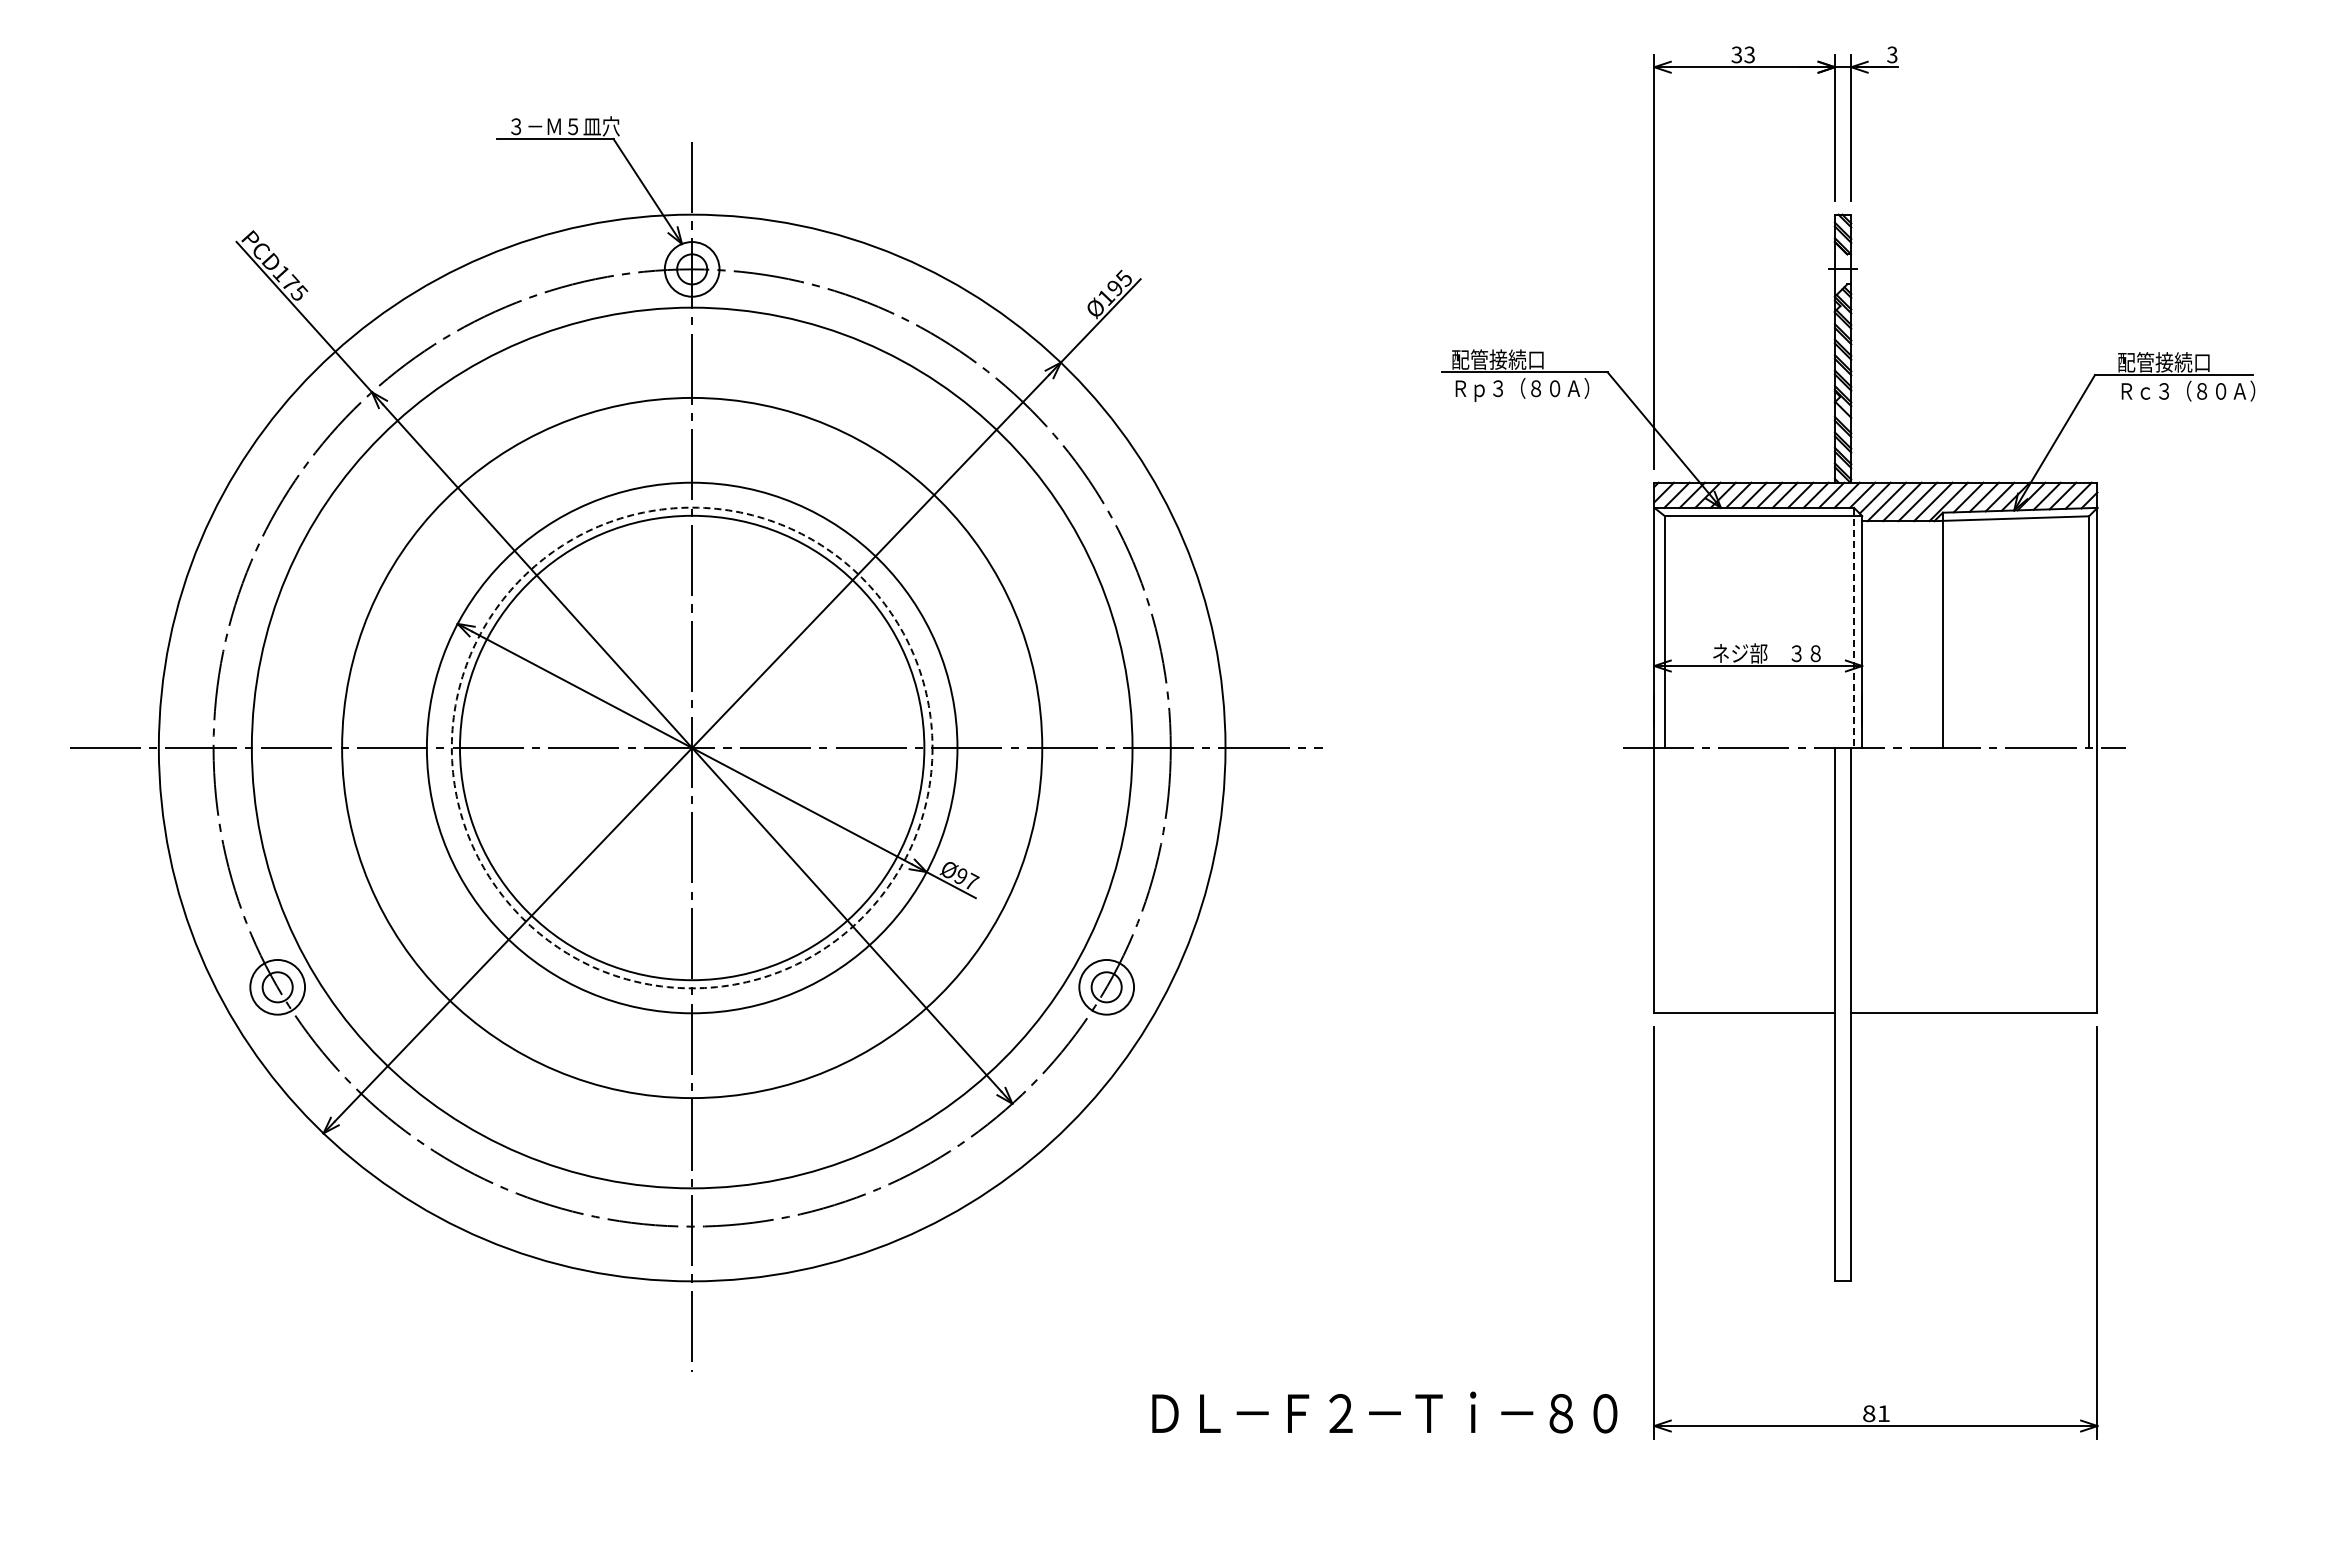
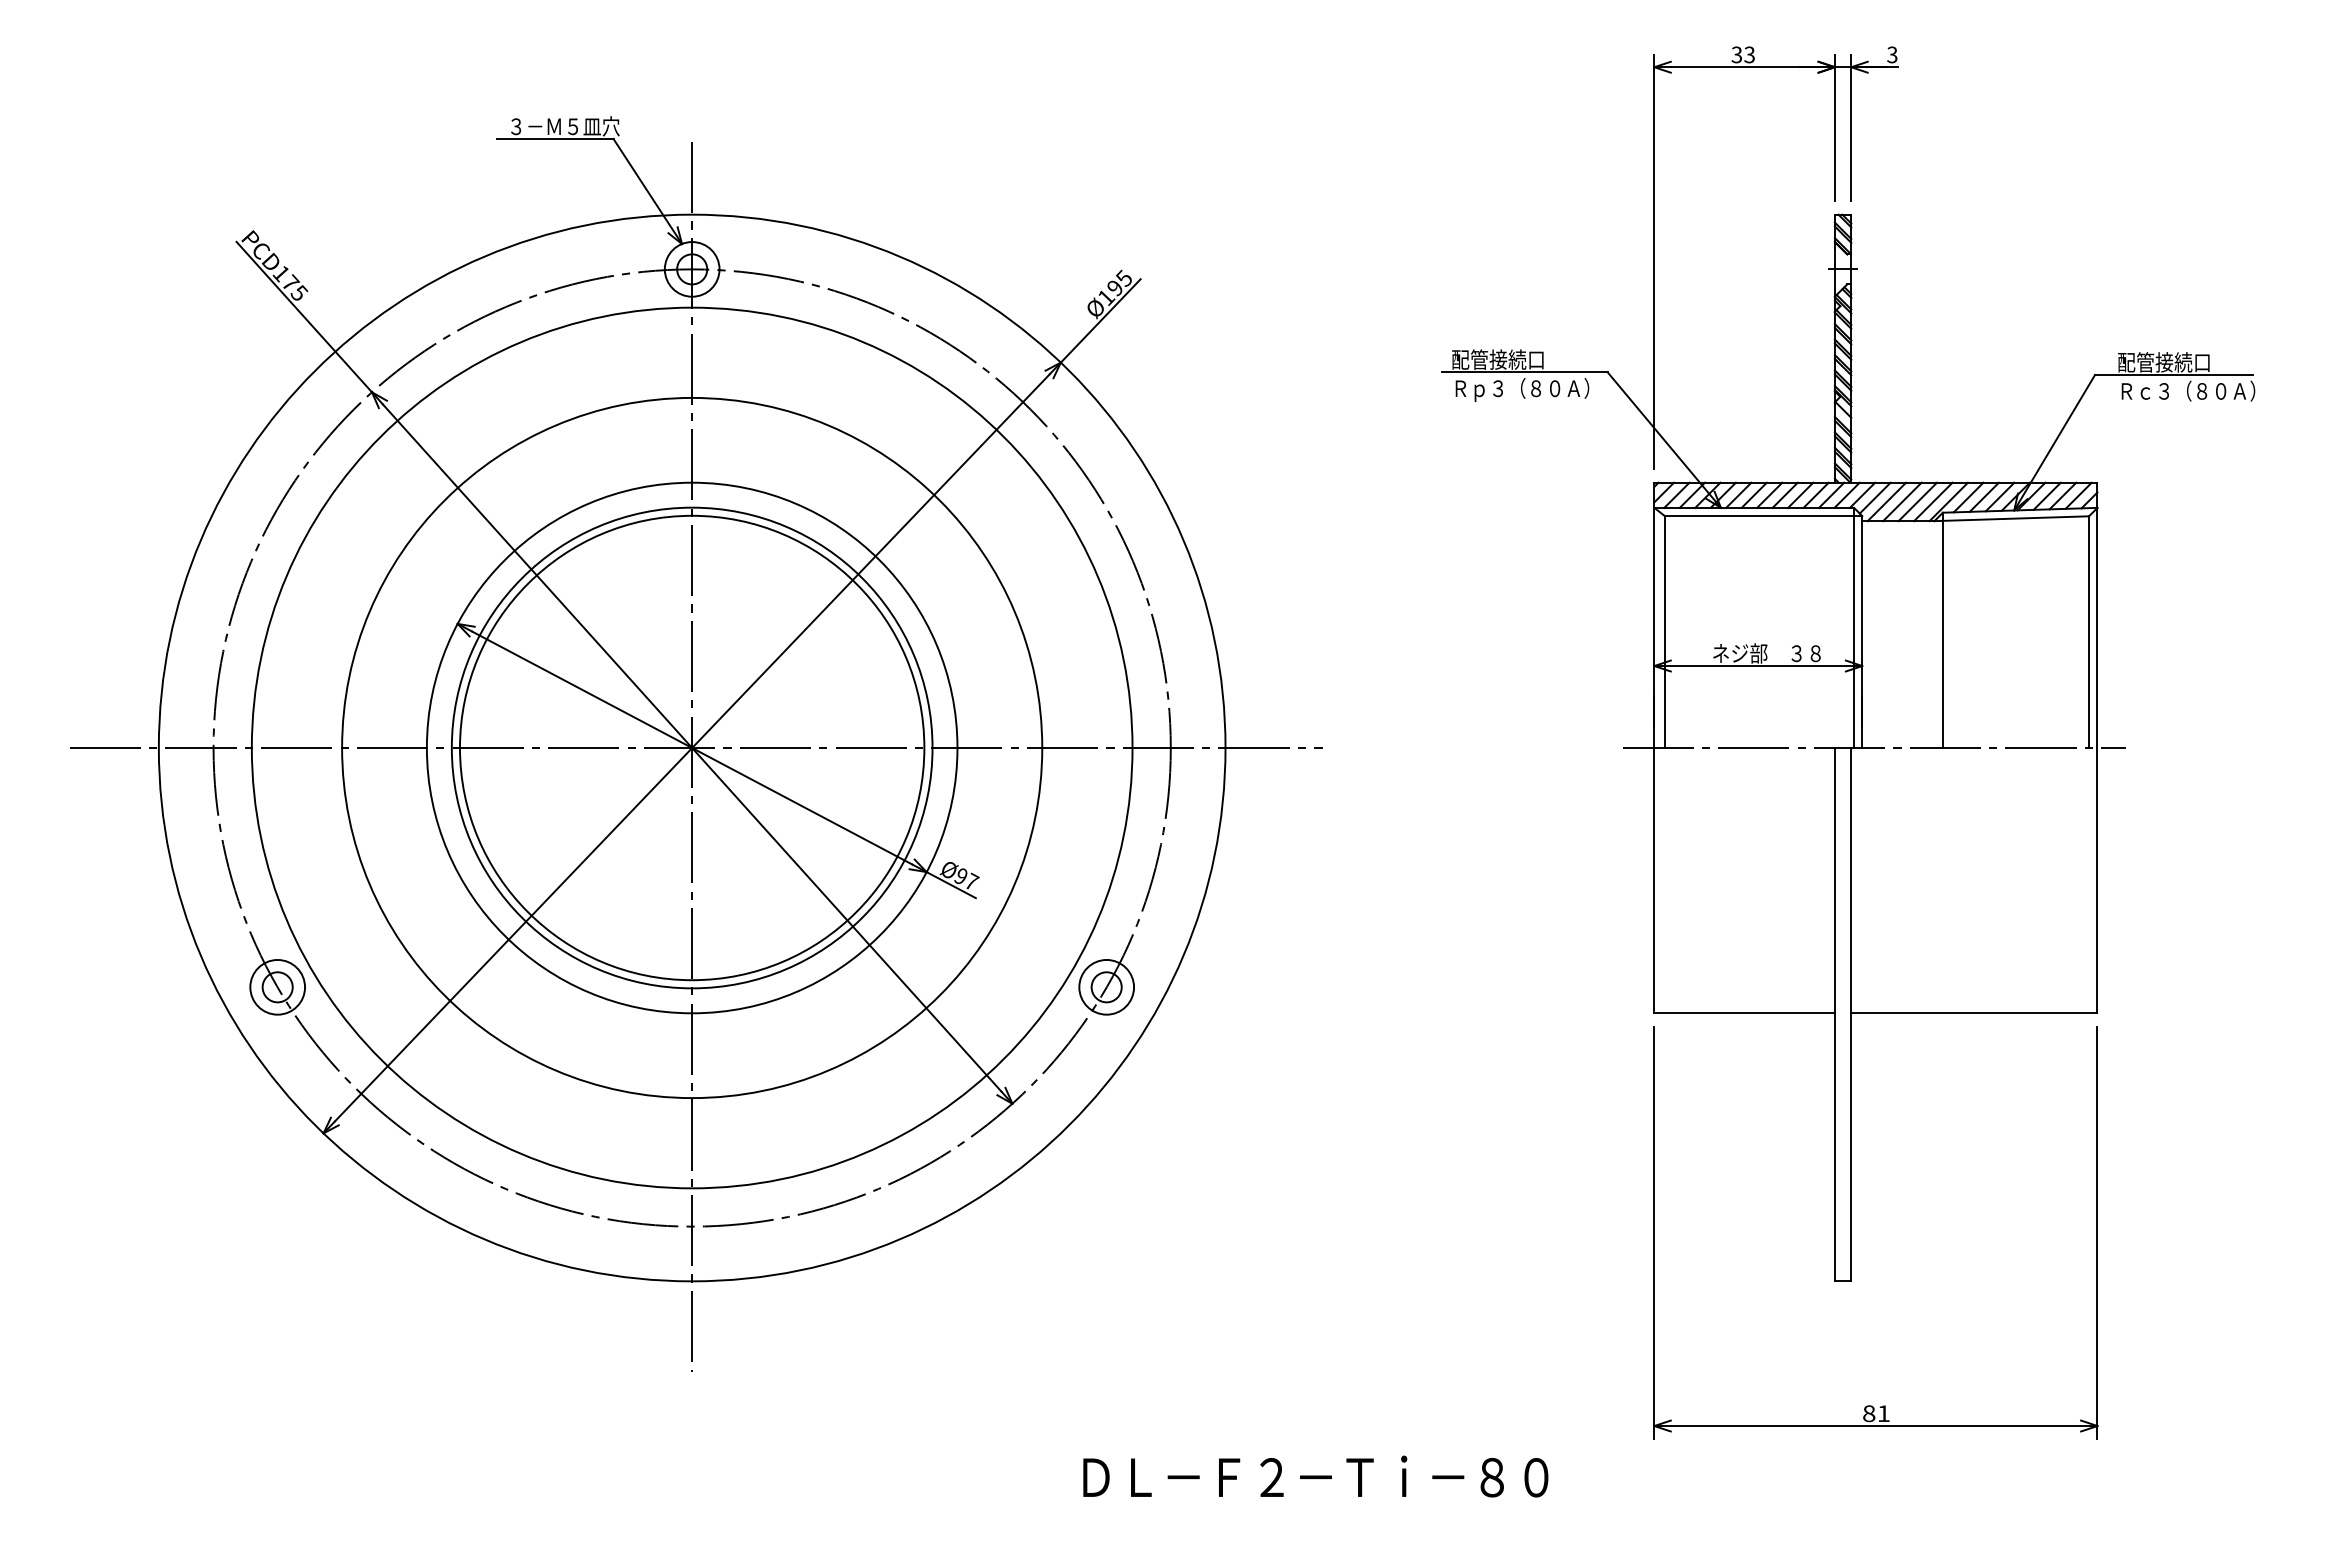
line at (1854, 628): dashed -> solid
circle at (691, 747): dashed -> solid
text at (1384, 1412) position: (1384, 1412) -> (1315, 1476)
